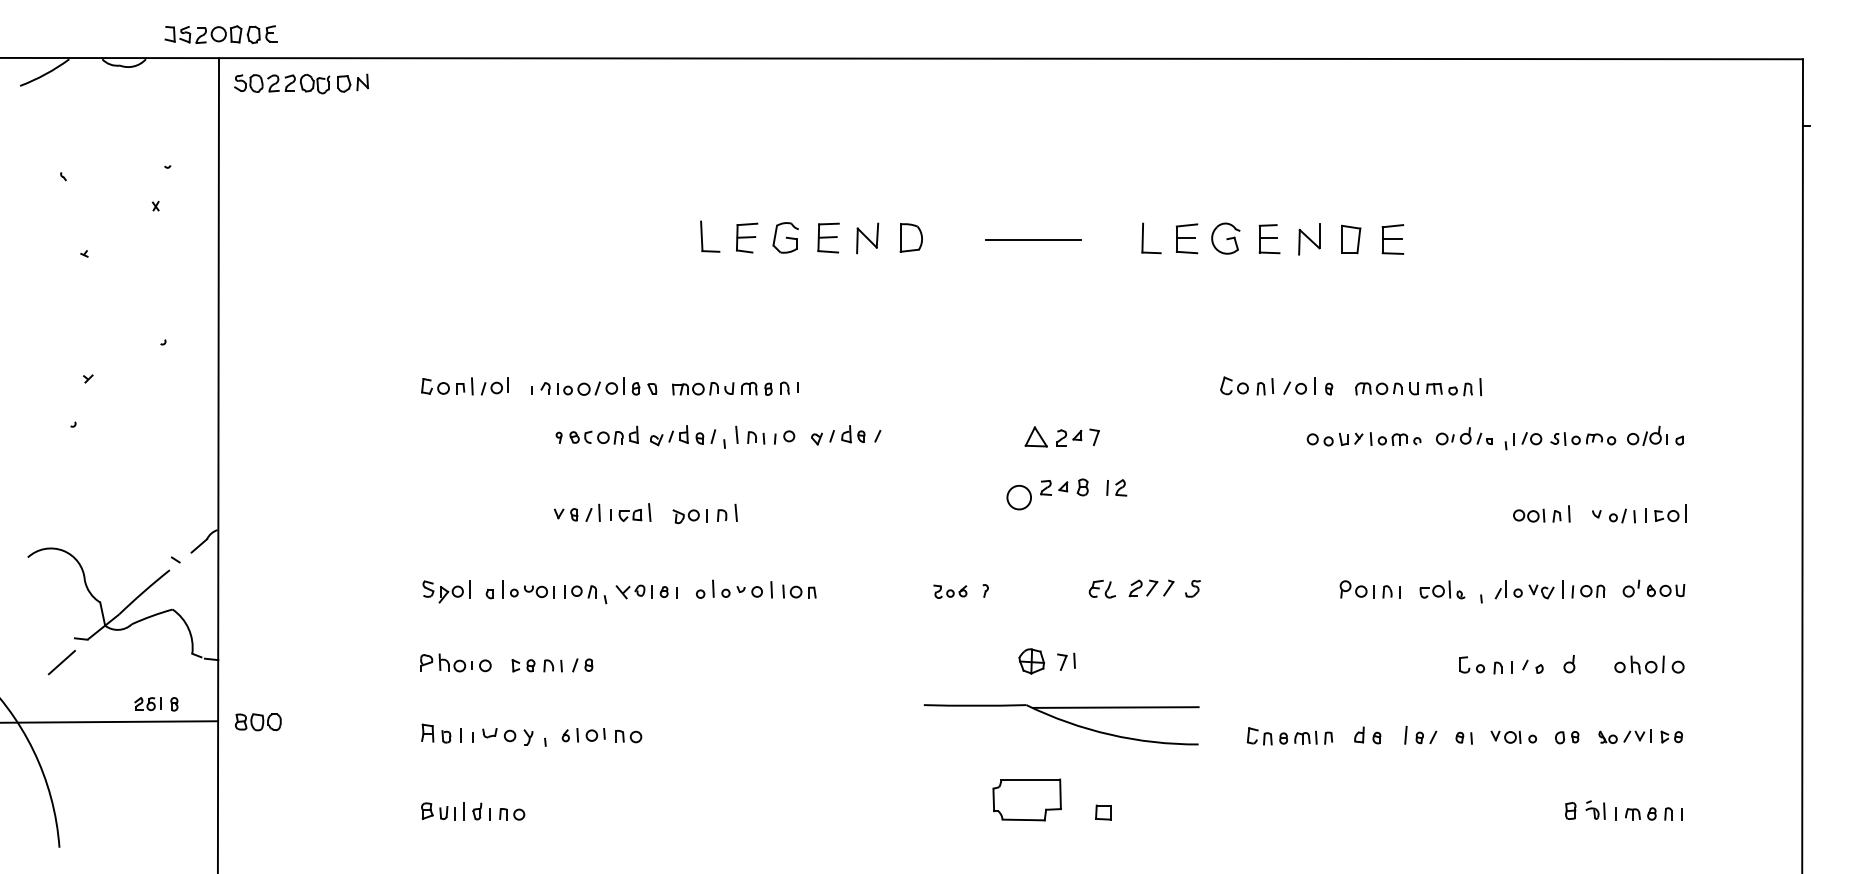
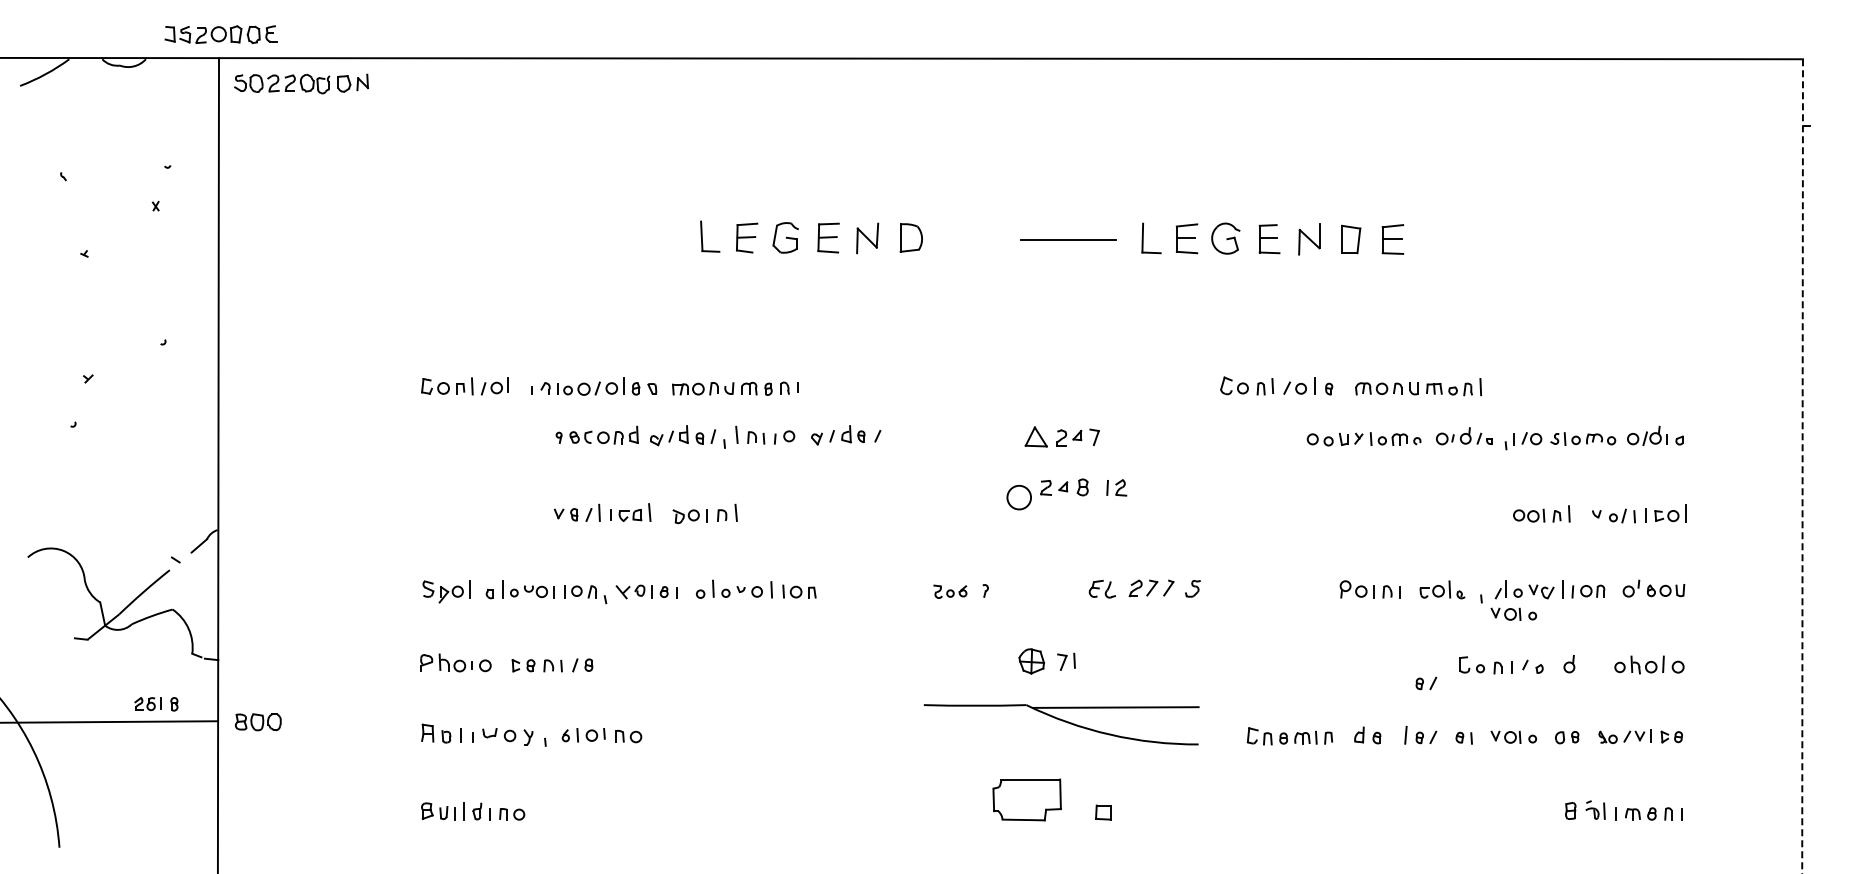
line at (1033, 239) position: (1033, 239) -> (1068, 239)
line at (1802, 466): solid -> dashed
part at (1513, 613): none -> present
line at (61, 662): present -> none
part at (1426, 683): none -> present
